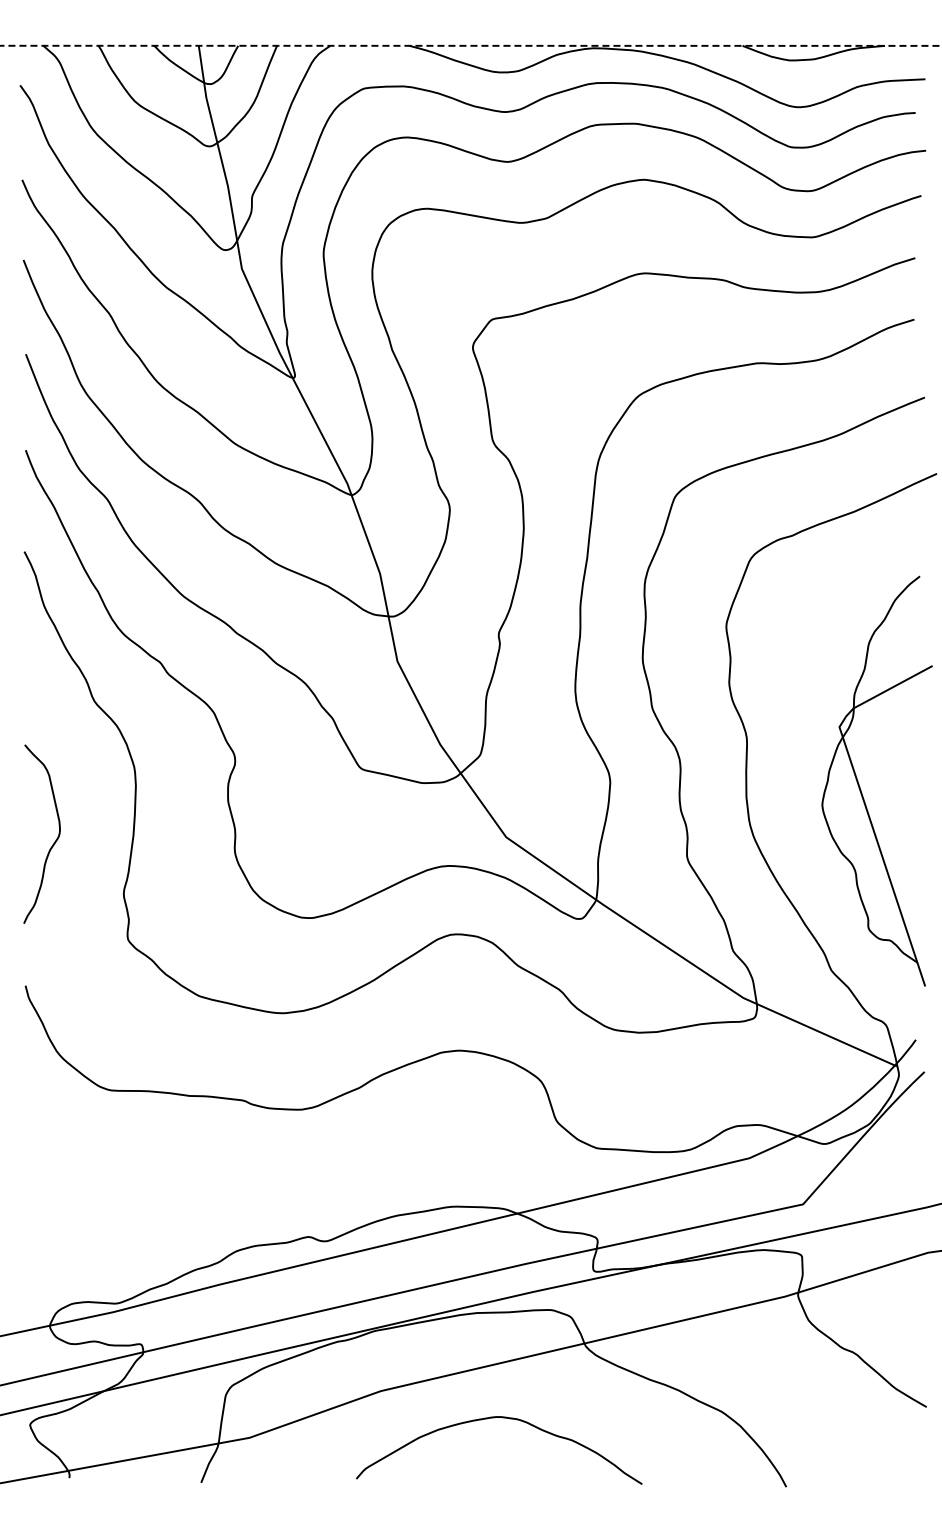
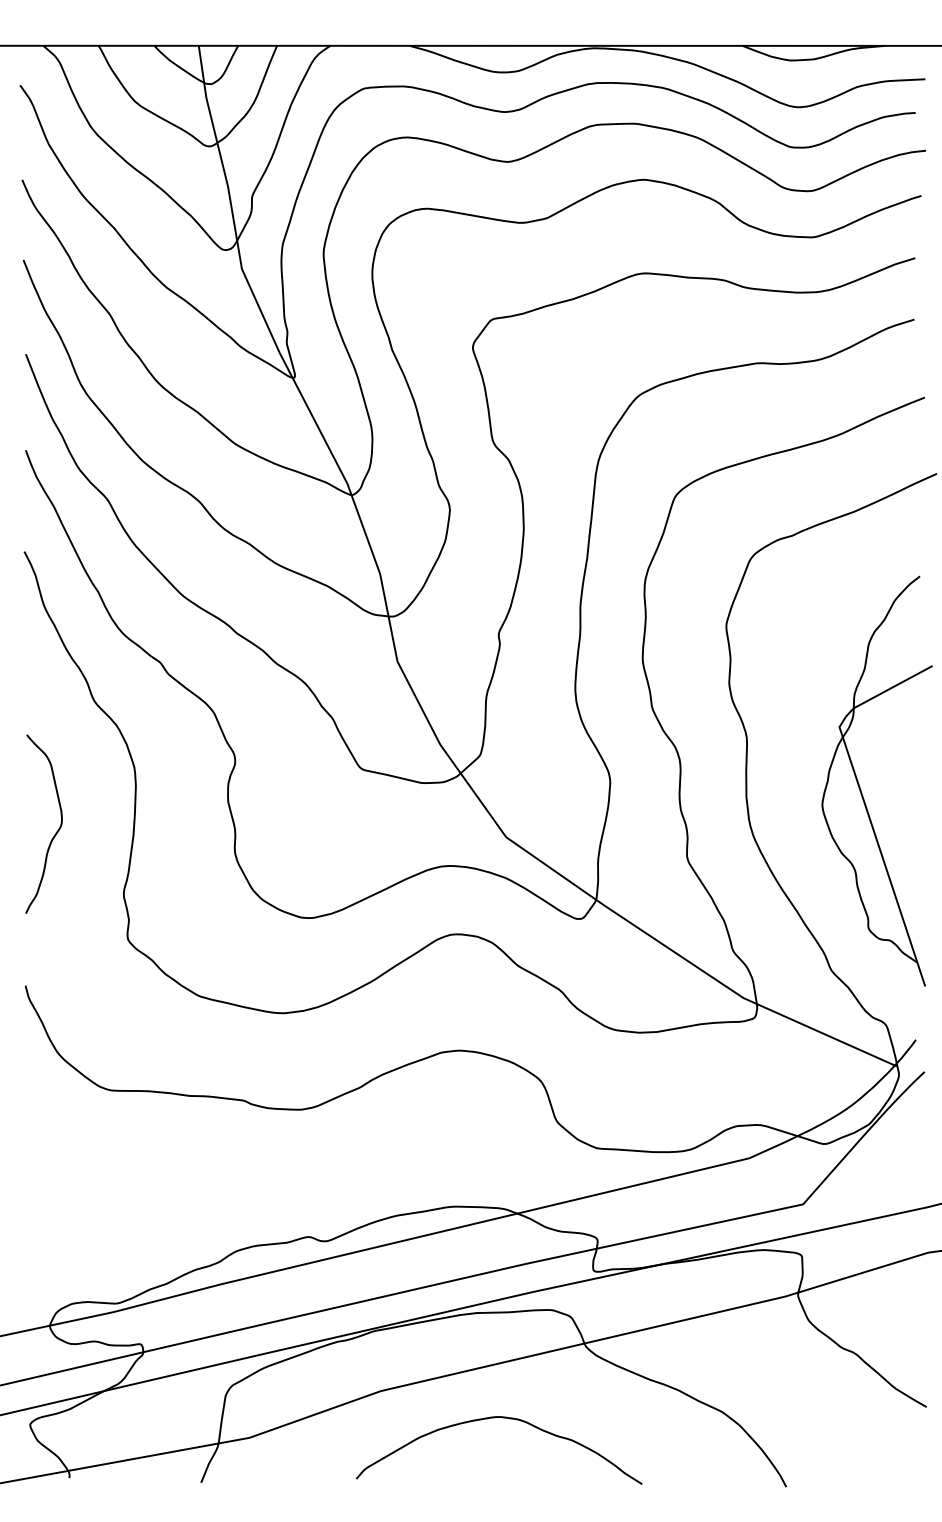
line at (471, 45): dashed -> solid
curve at (54, 841) position: (54, 841) -> (56, 831)
